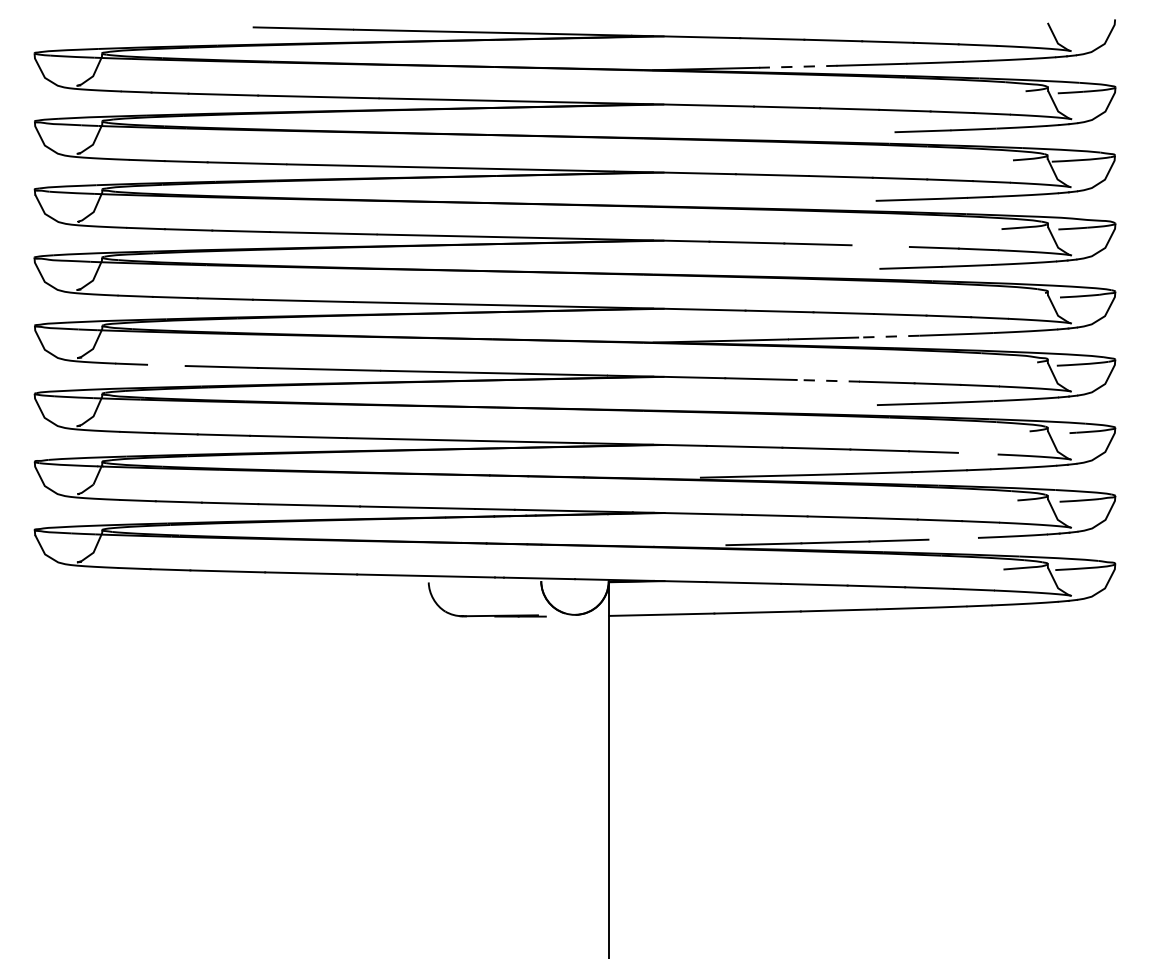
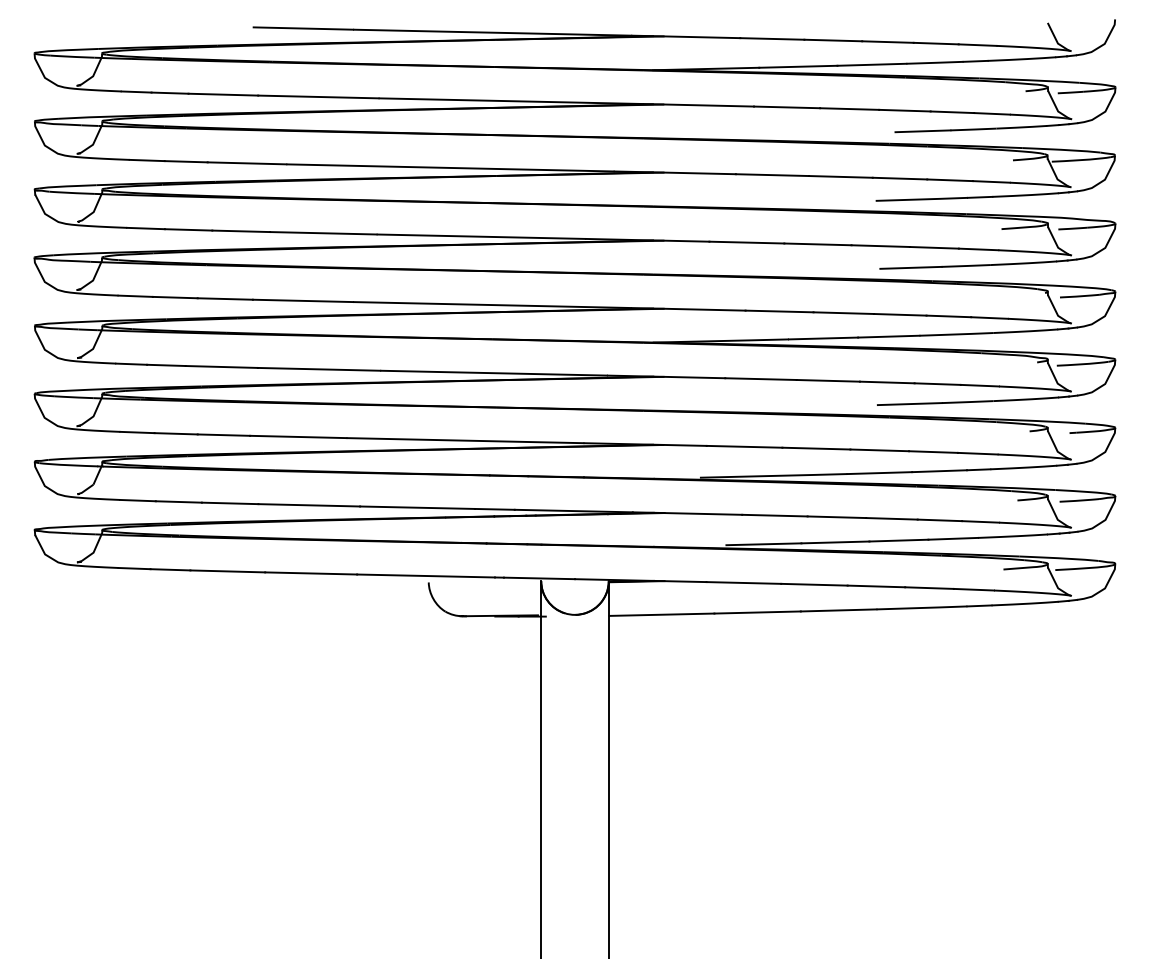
line at (797, 66): dashed -> solid
line at (880, 246): none -> present
line at (888, 336): dashed -> solid
line at (166, 365): none -> present
line at (828, 380): dashed -> solid
line at (977, 453): none -> present
line at (952, 538): none -> present
line at (541, 768): none -> present
